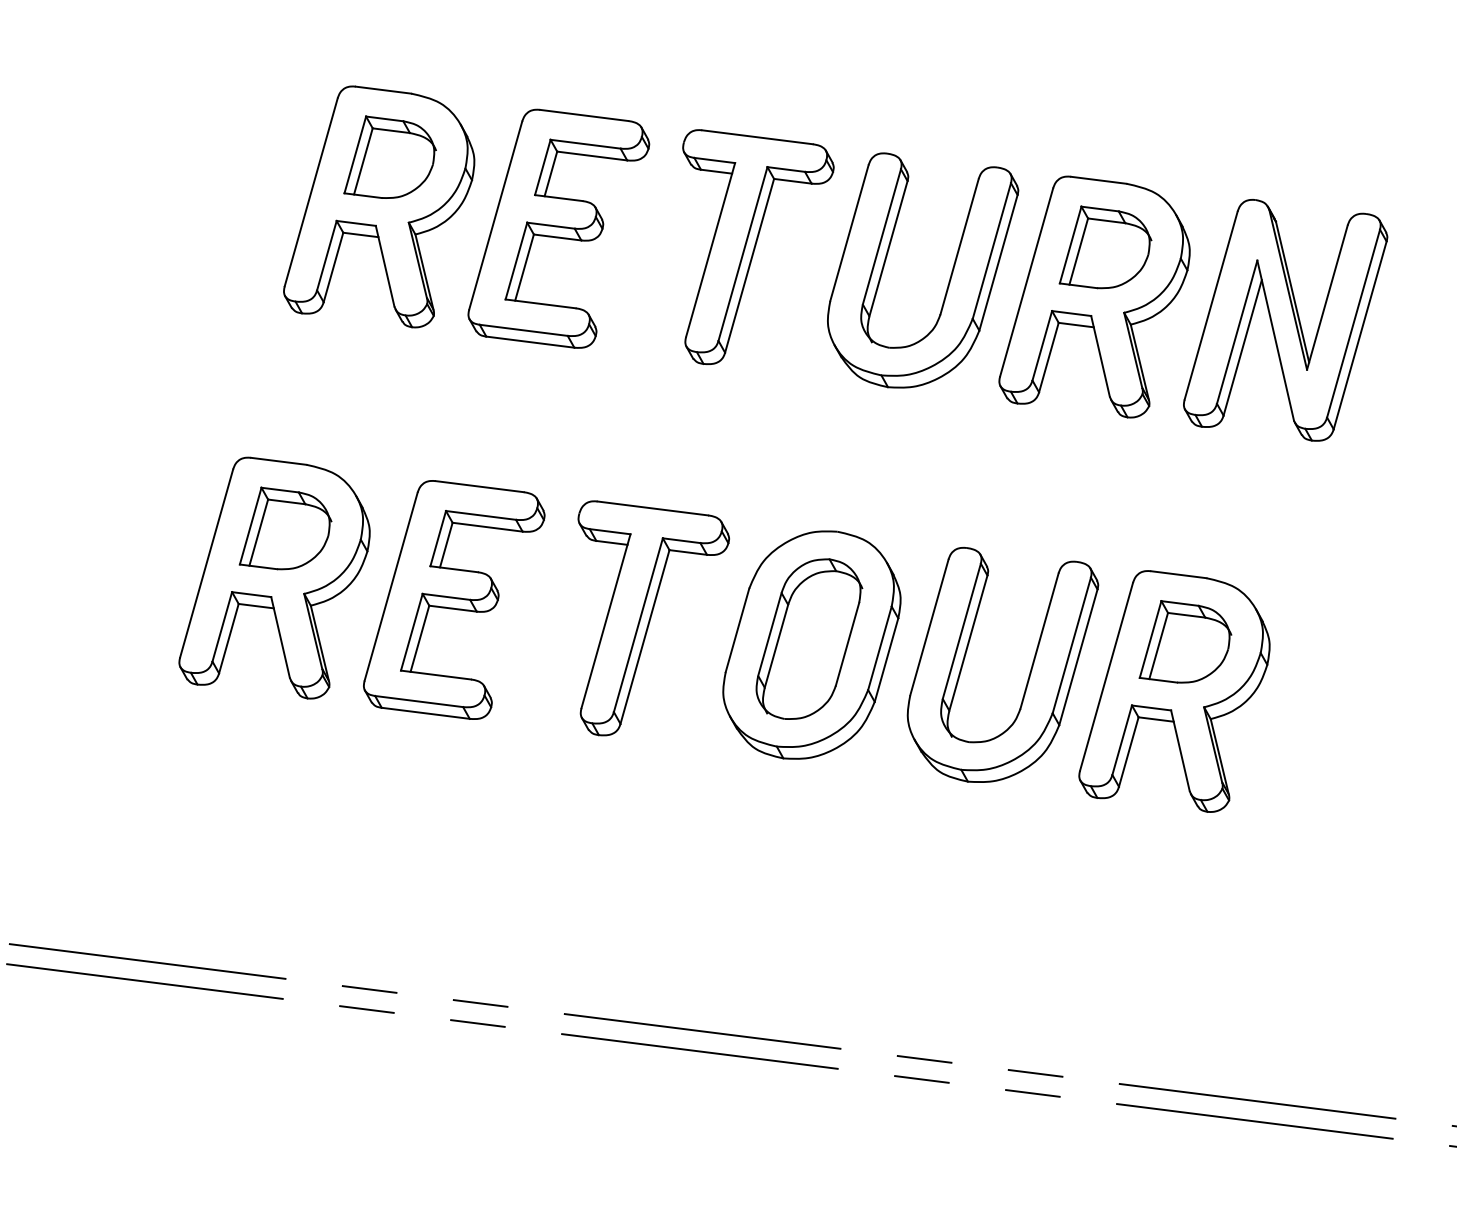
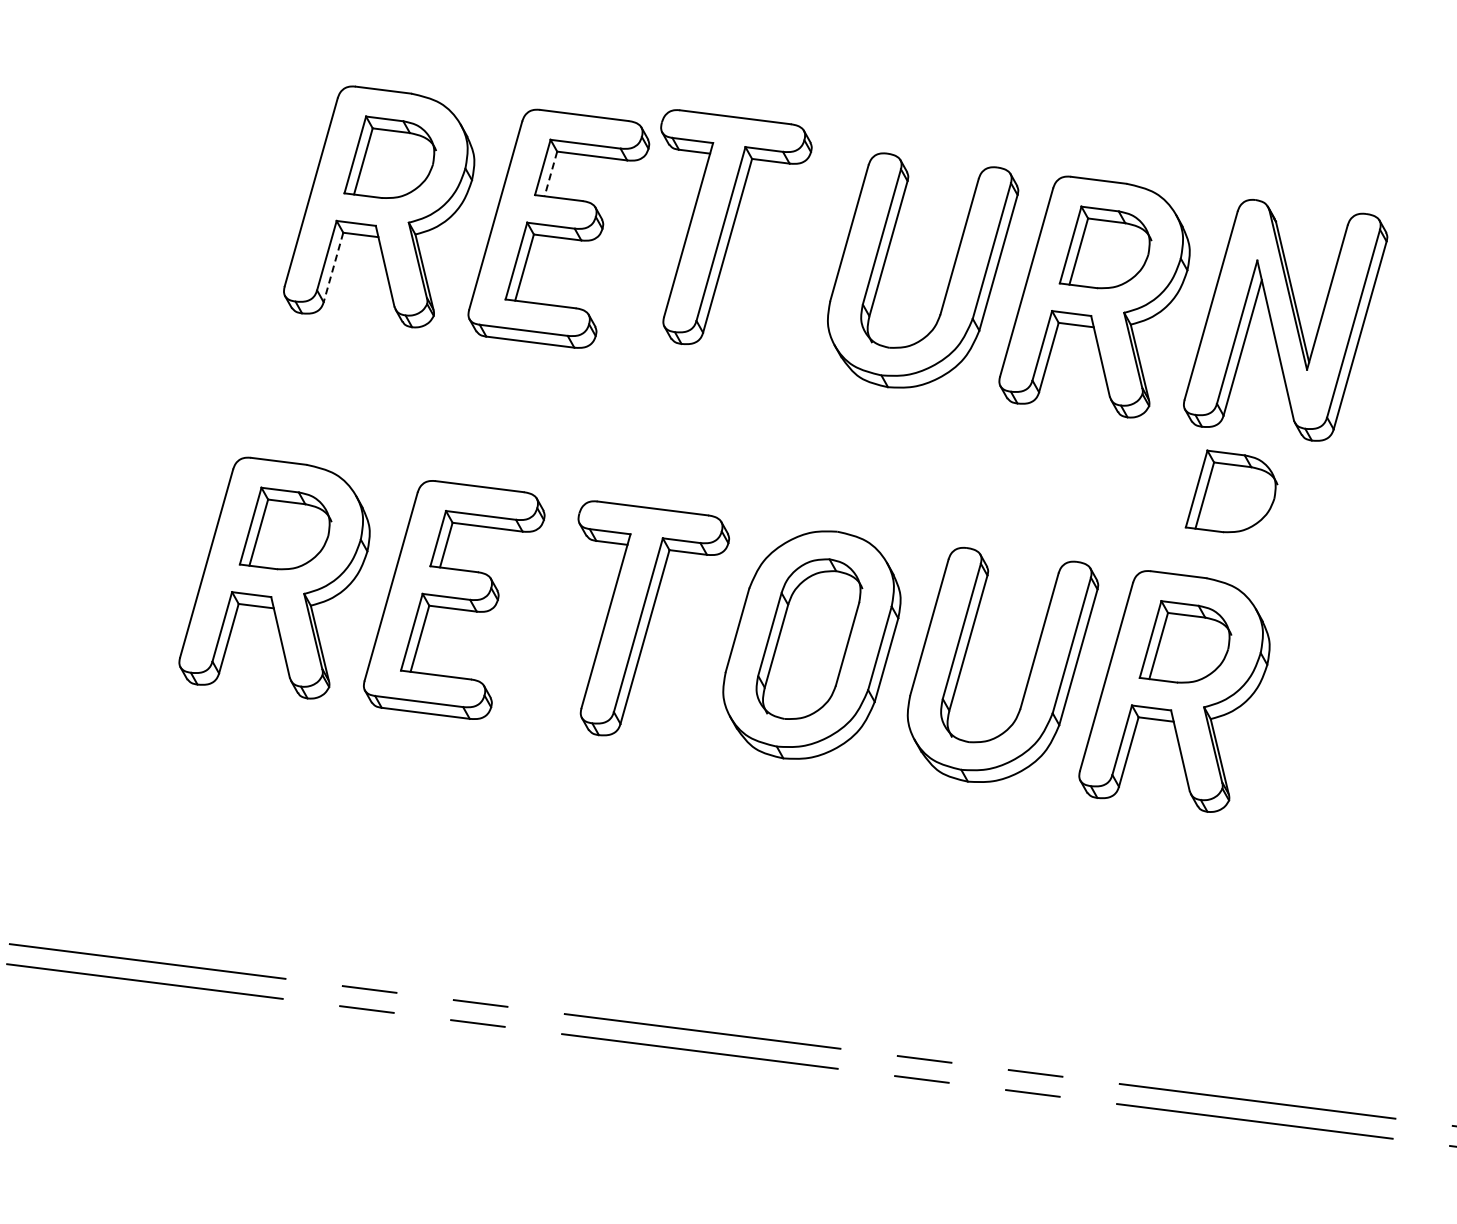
line at (550, 174): solid -> dashed
part at (758, 246) position: (758, 246) -> (736, 226)
line at (333, 267): solid -> dashed
part at (1231, 491): none -> present
